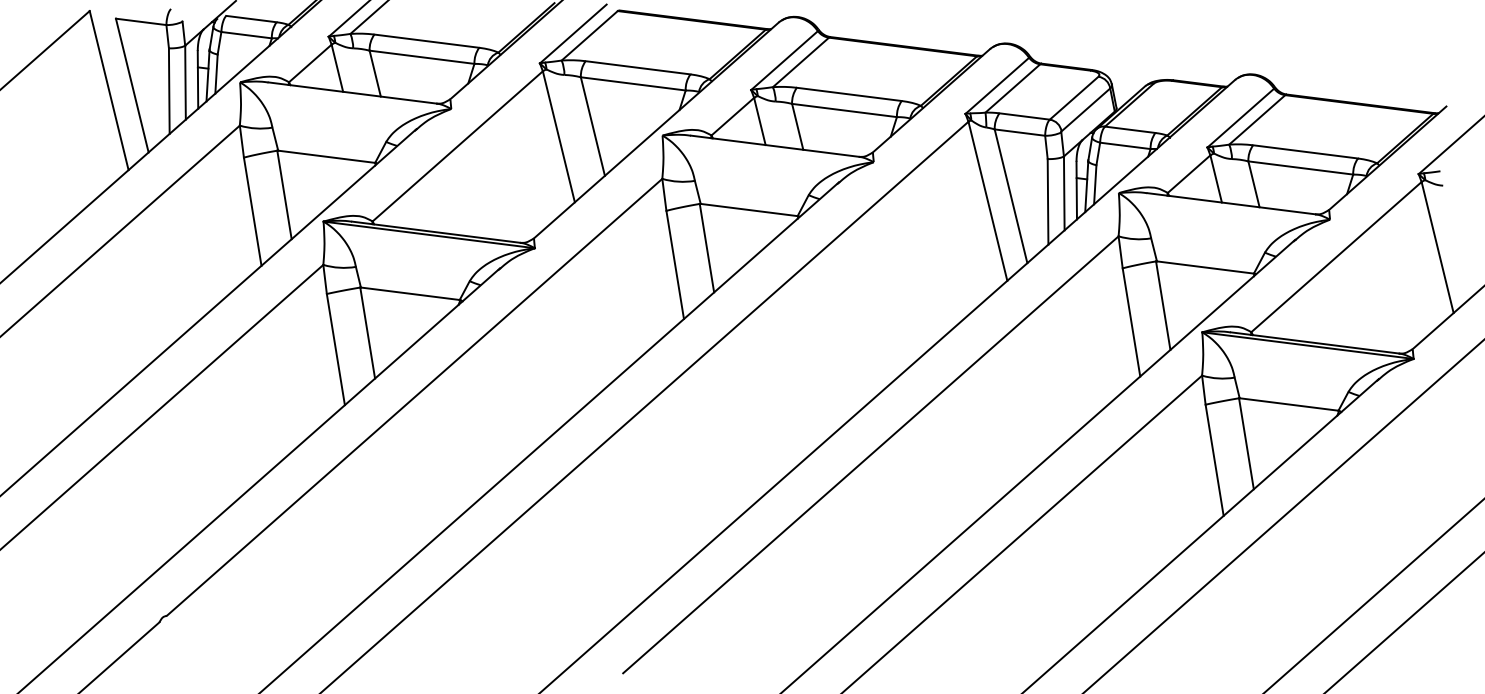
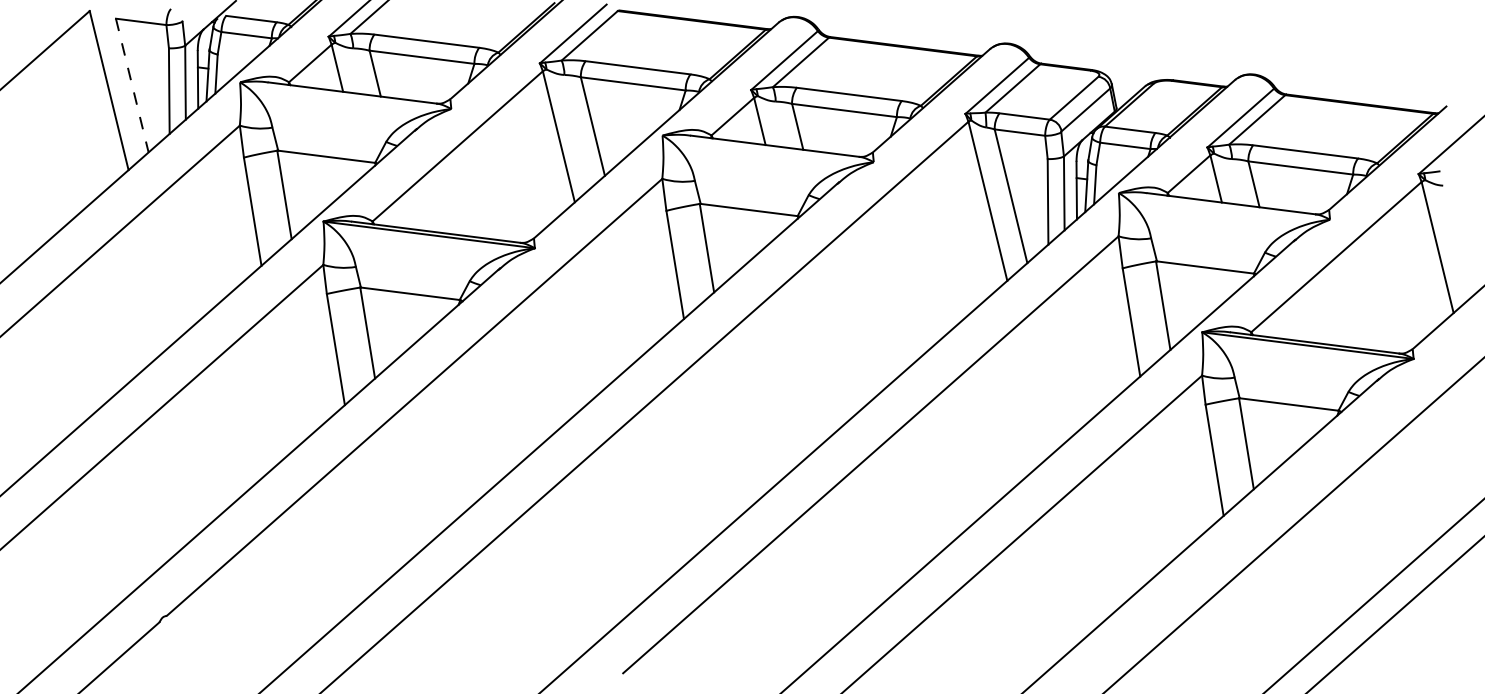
line at (132, 85): solid -> dashed
line at (1283, 515) position: (1283, 515) -> (1293, 524)
line at (1404, 622) position: (1404, 622) -> (1395, 614)
